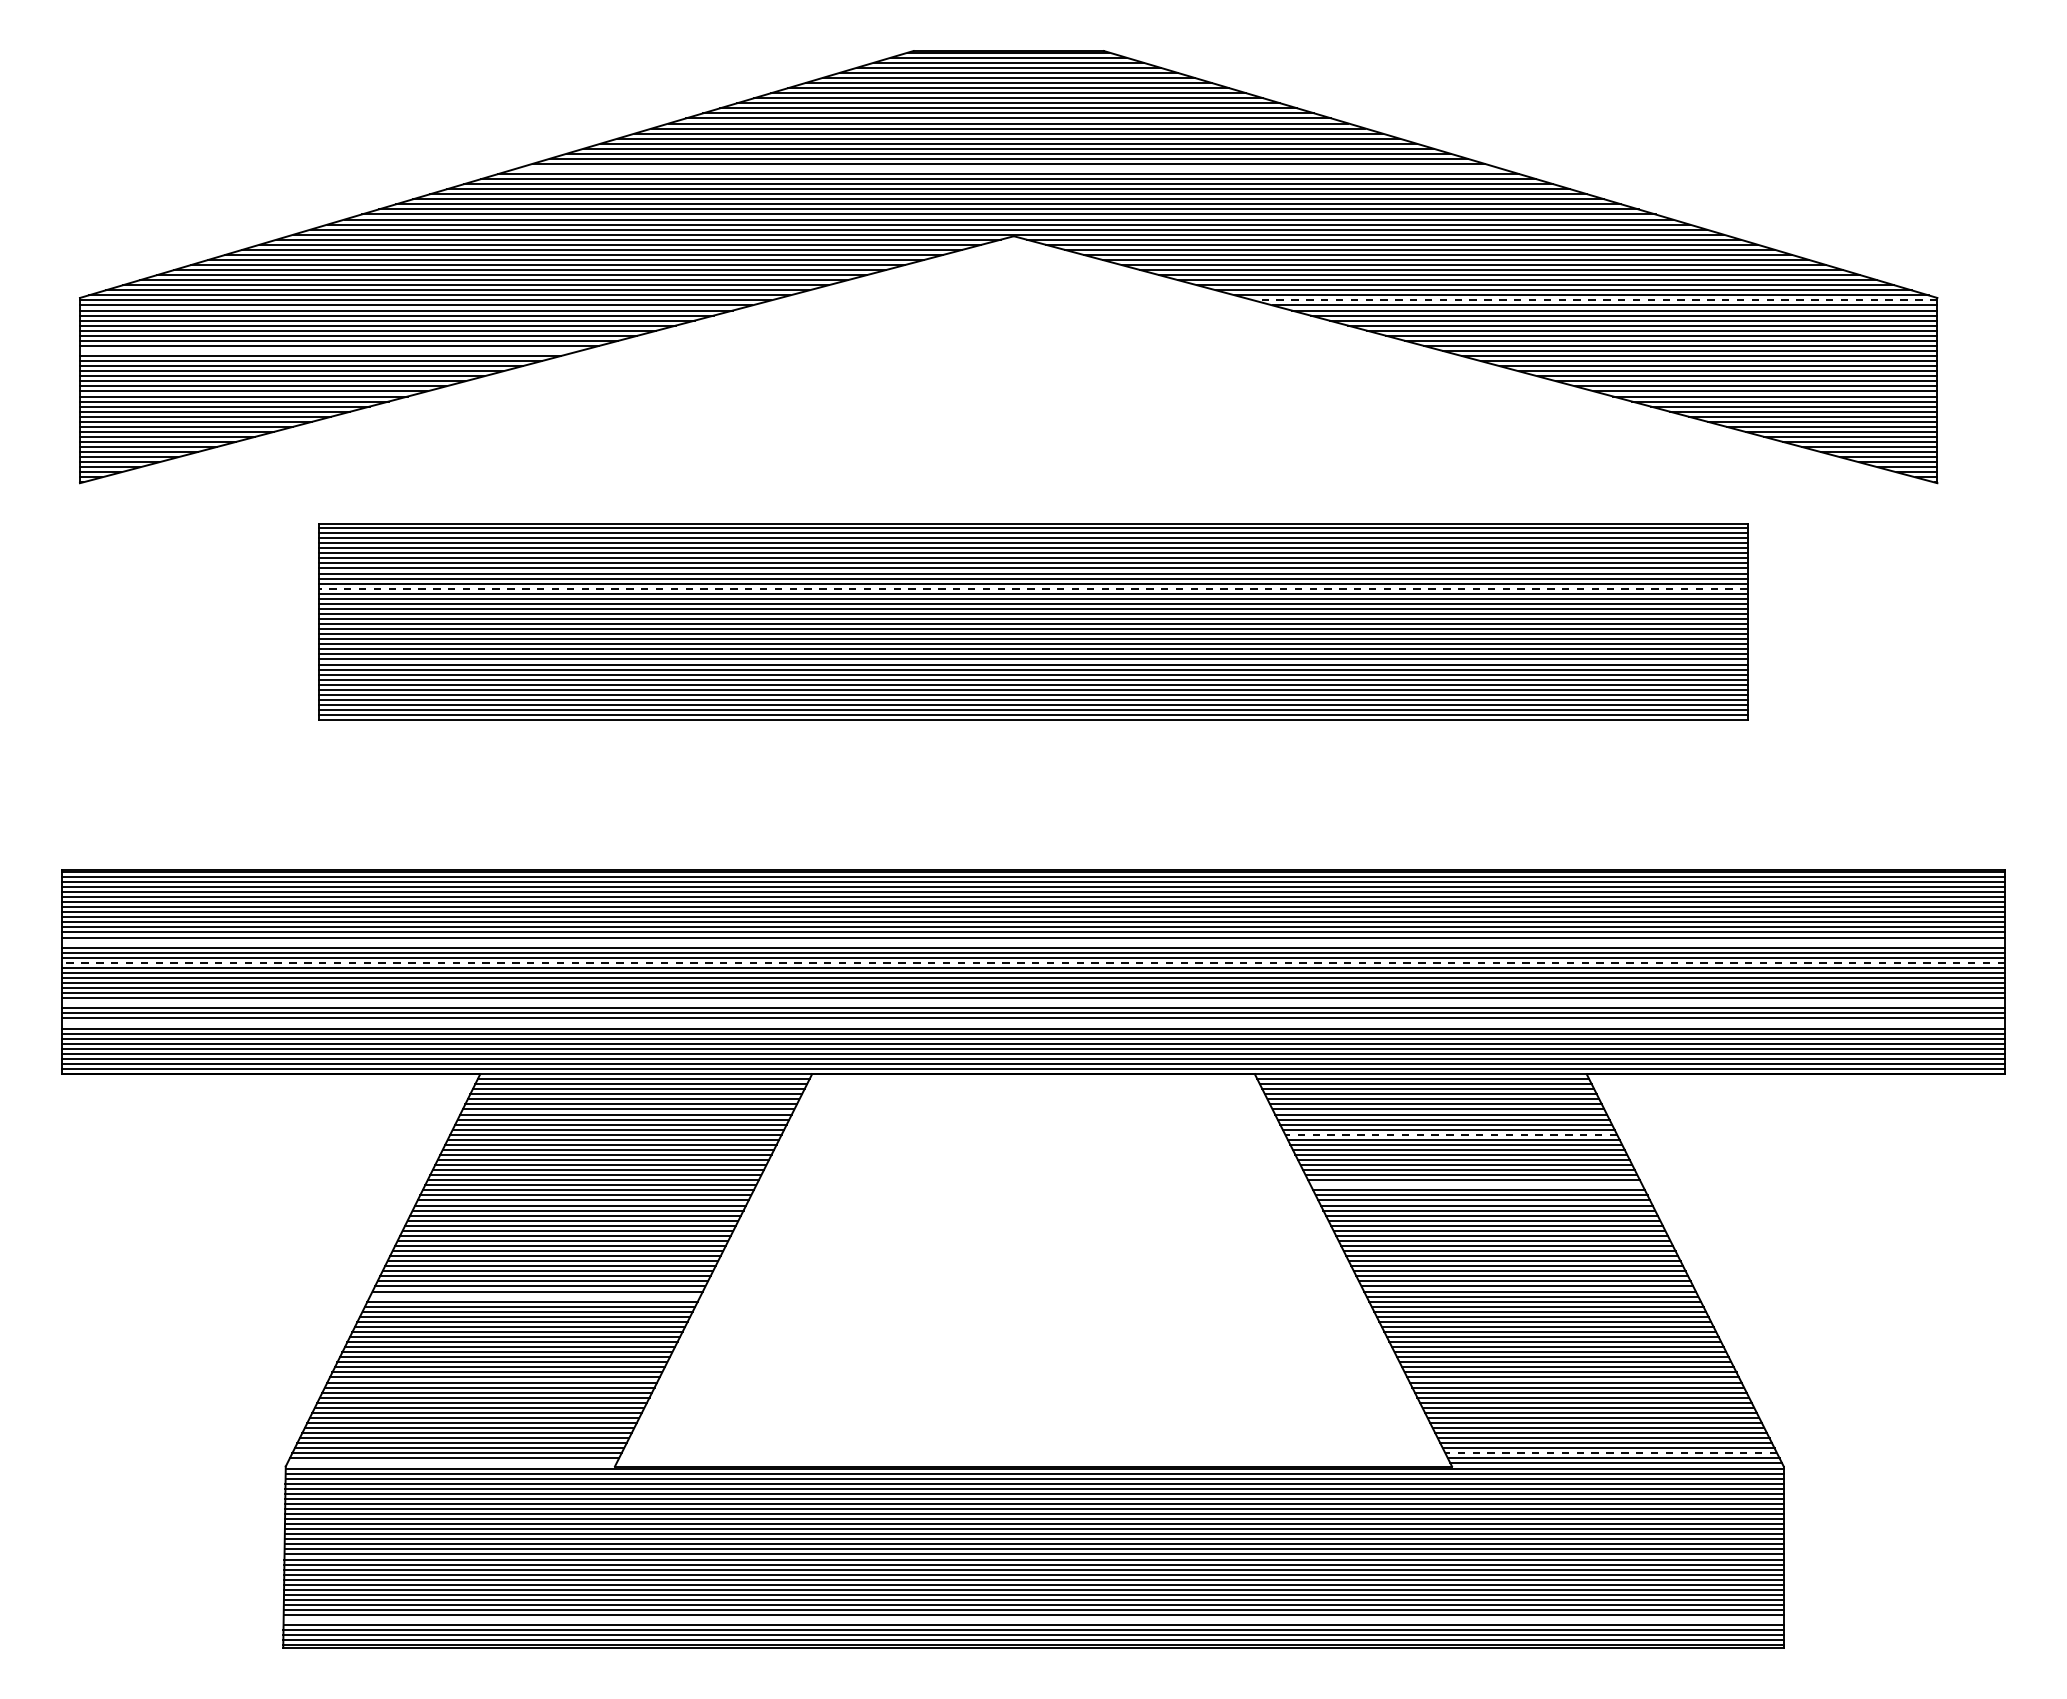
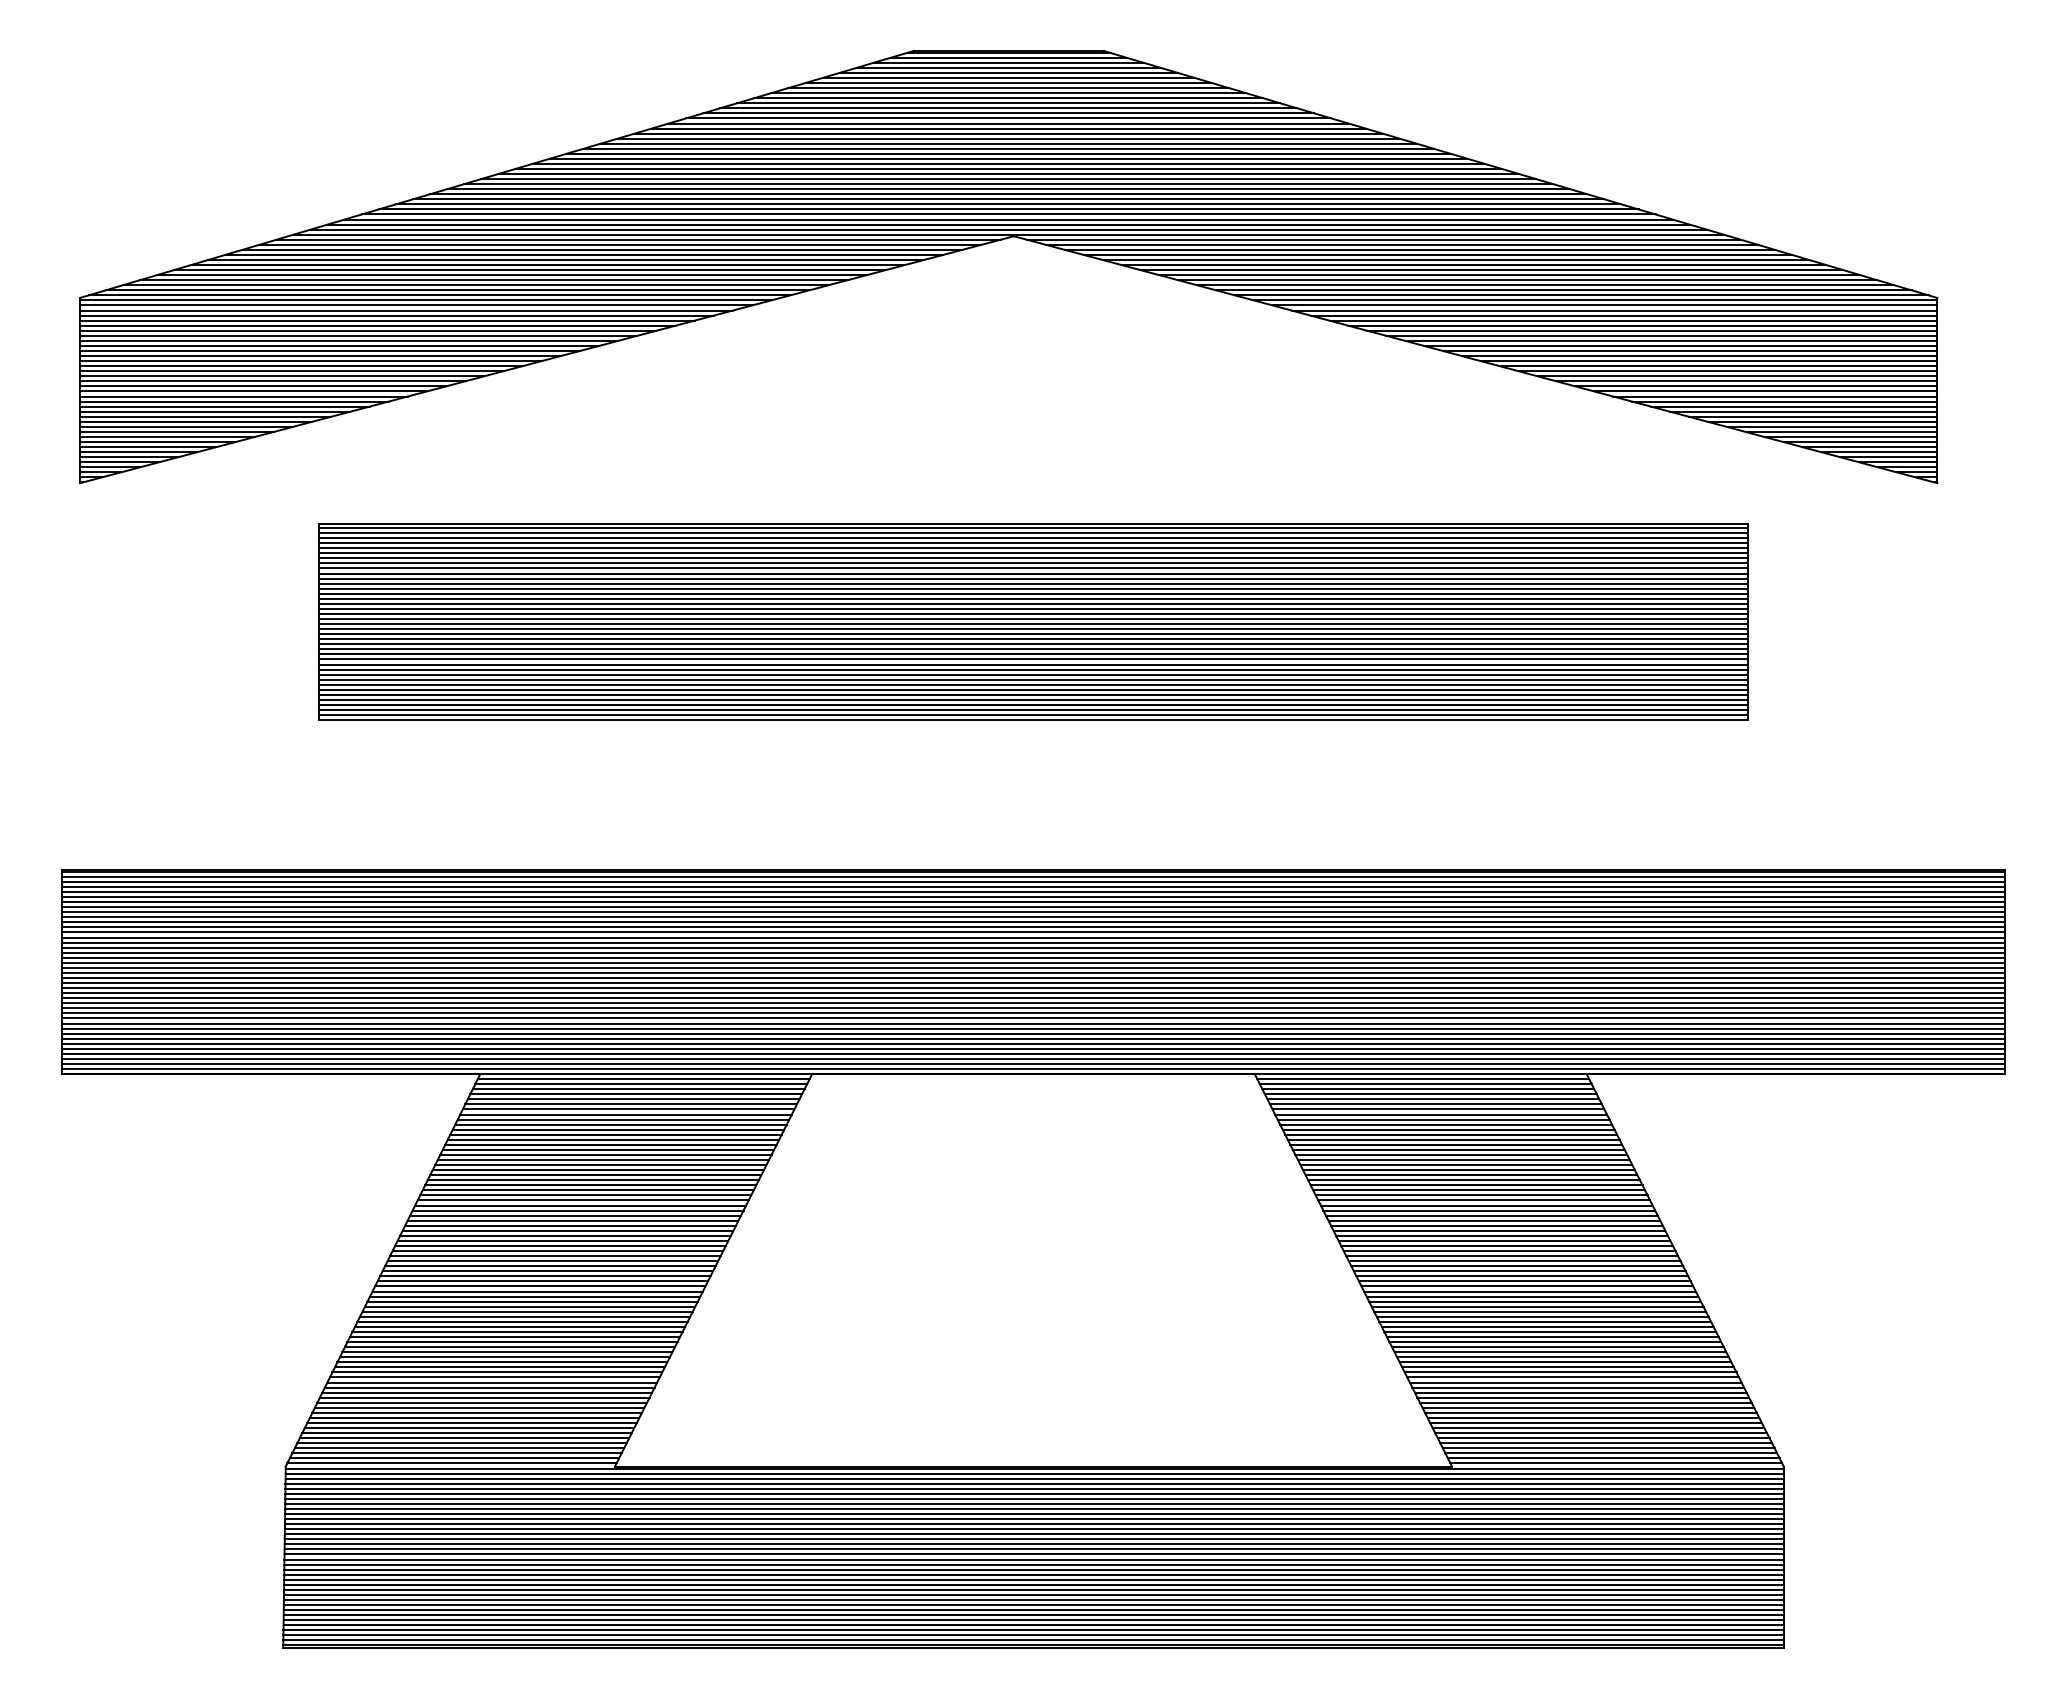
line at (1008, 168): none -> present
line at (1595, 300): dashed -> solid
line at (329, 351): none -> present
line at (1032, 588): dashed -> solid
line at (1033, 942): none -> present
line at (1032, 962): dashed -> solid
line at (1033, 1003): none -> present
line at (1033, 1023): none -> present
line at (1451, 1134): dashed -> solid
line at (1476, 1185): none -> present
line at (535, 1296): none -> present
line at (1611, 1453): dashed -> solid
line at (451, 1463): none -> present
line at (1033, 1620): none -> present
